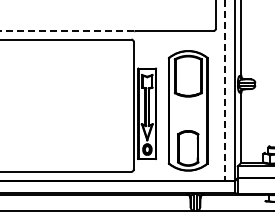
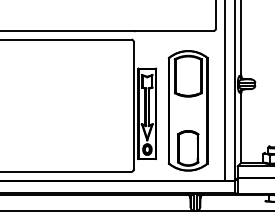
line at (67, 31): dashed -> solid
line at (225, 91): dashed -> solid
